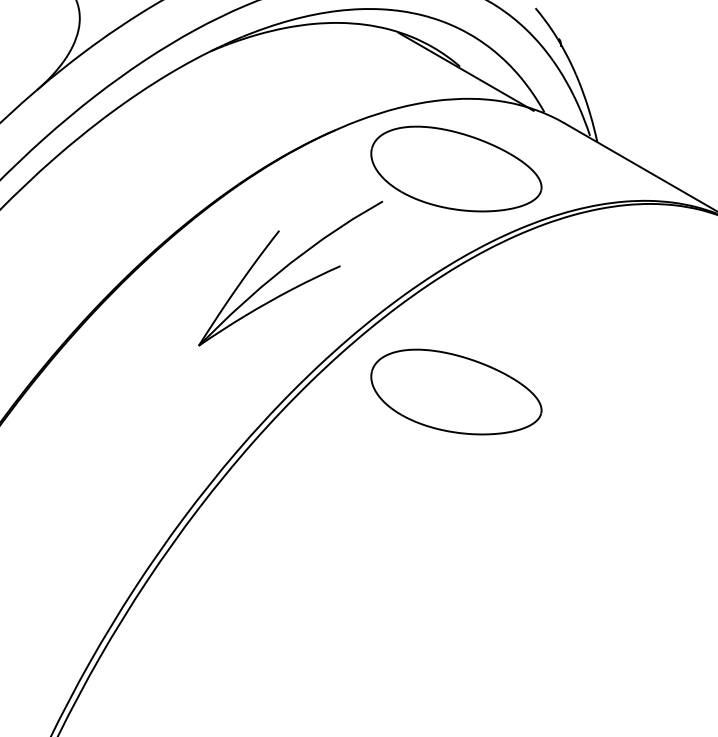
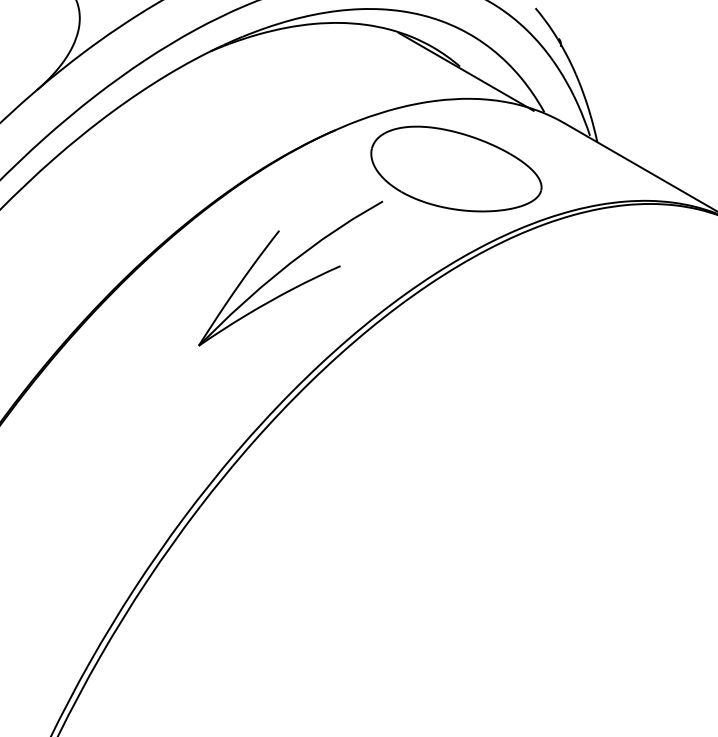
part at (456, 391): present -> none
